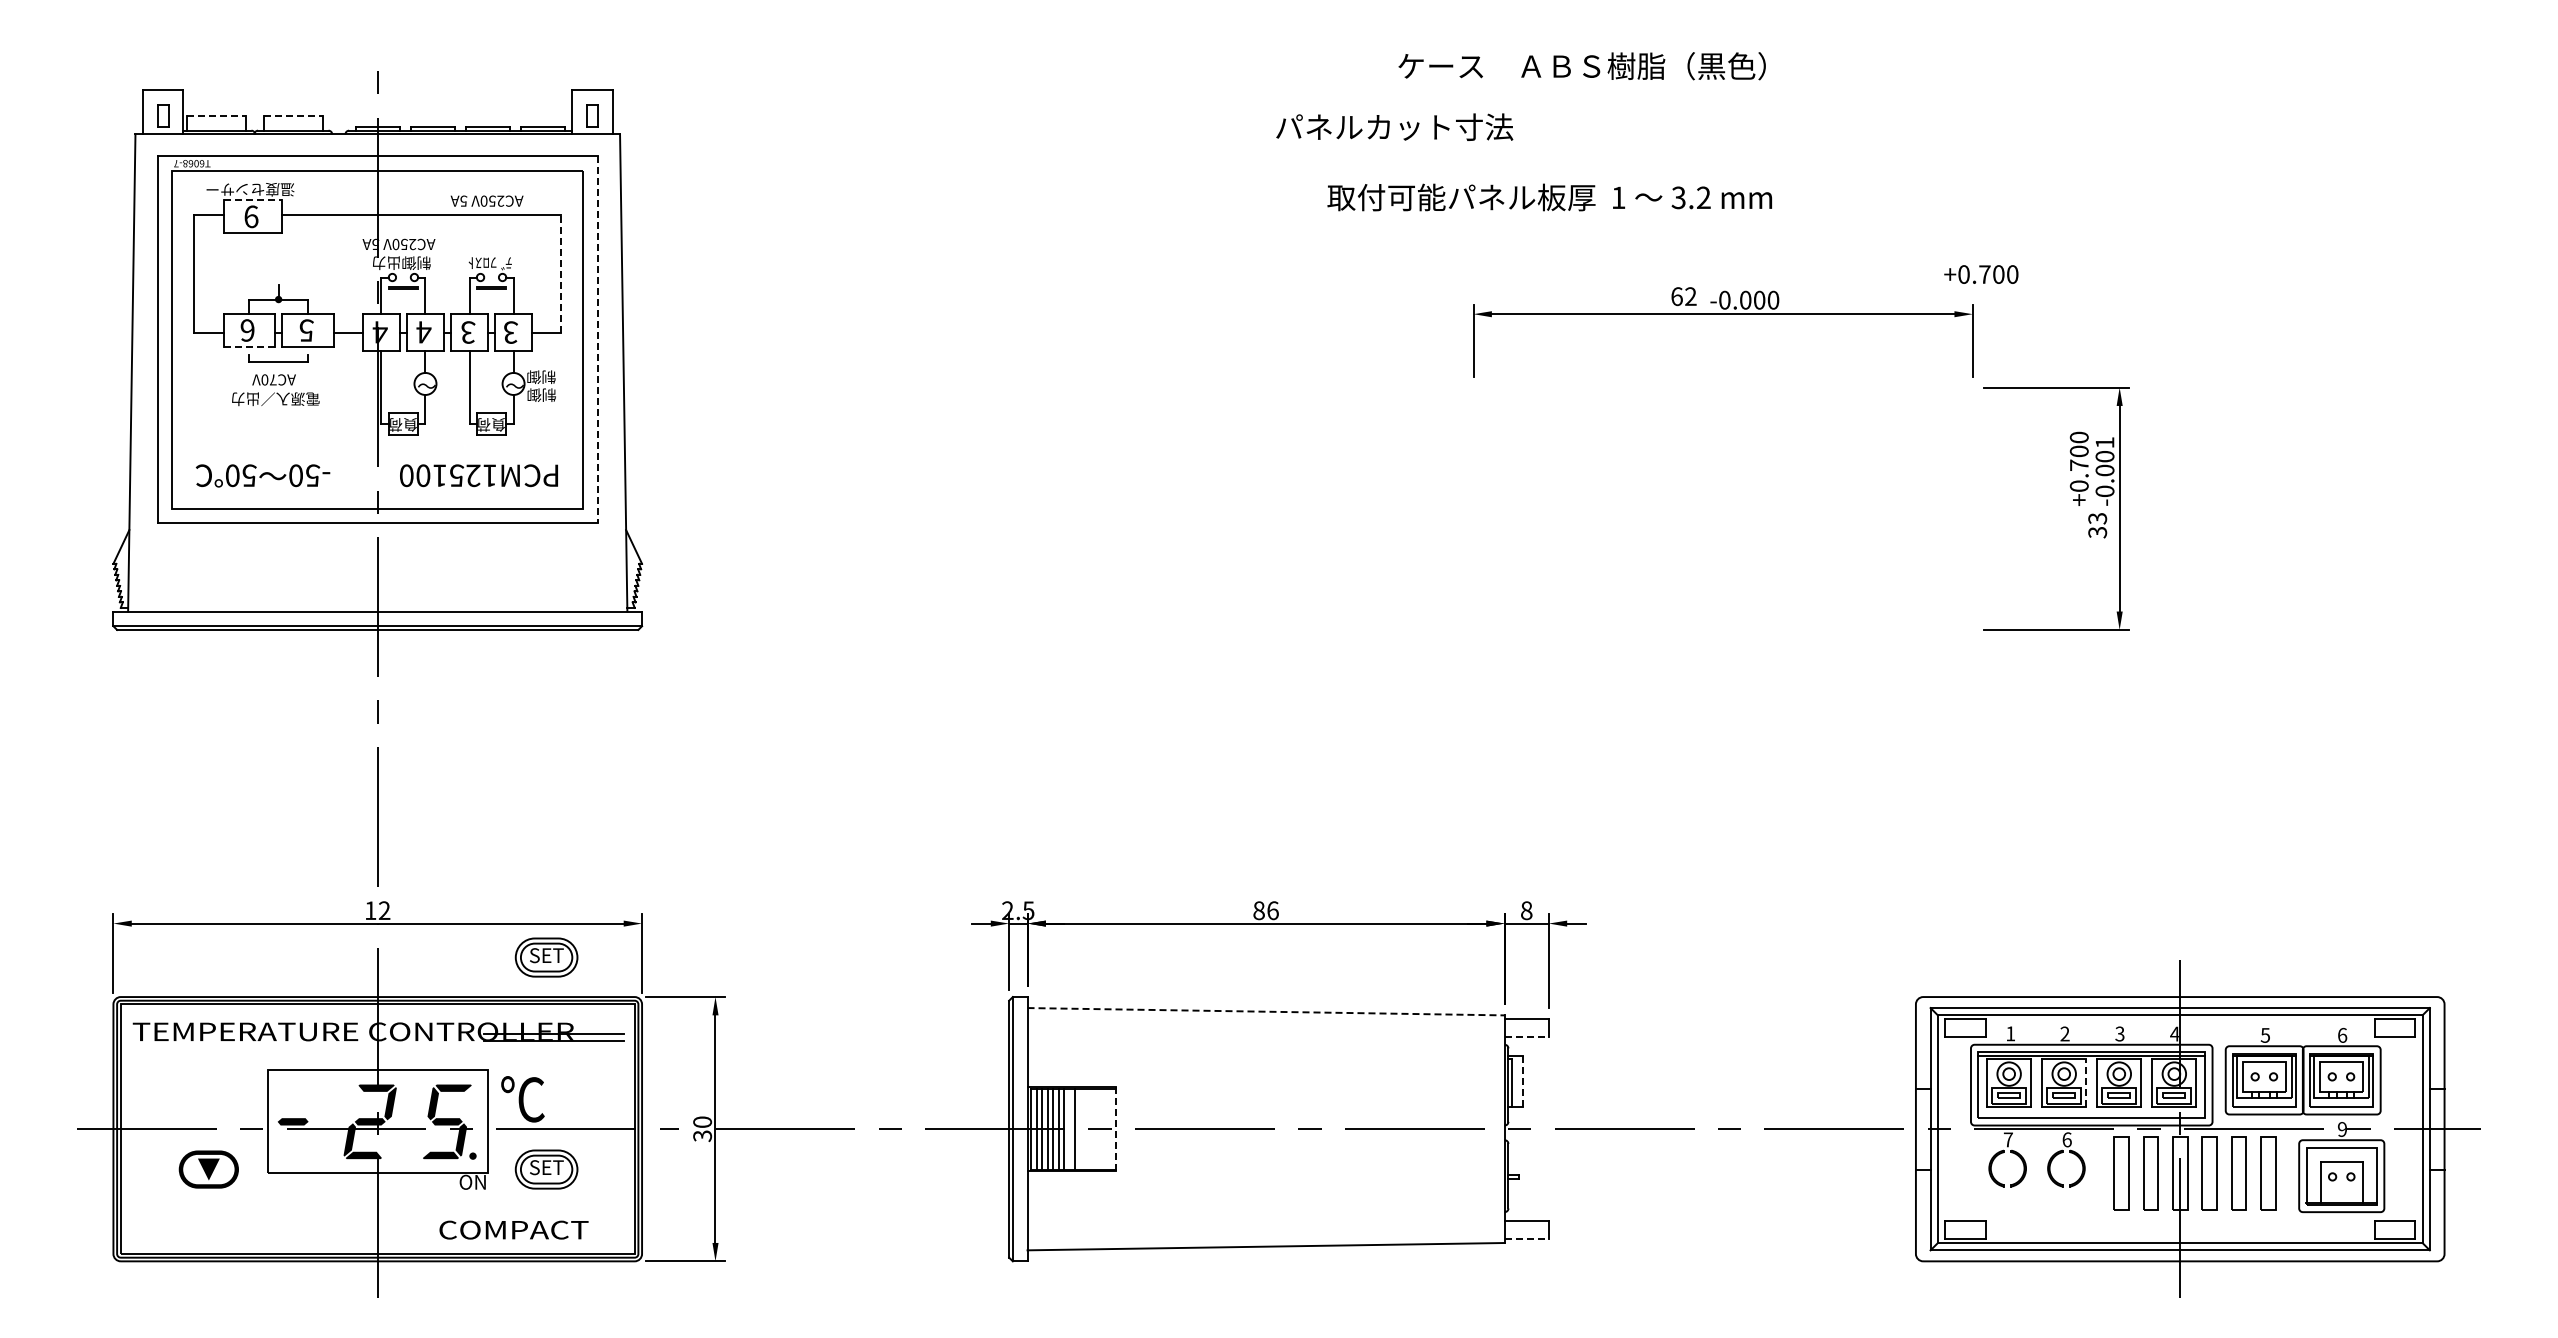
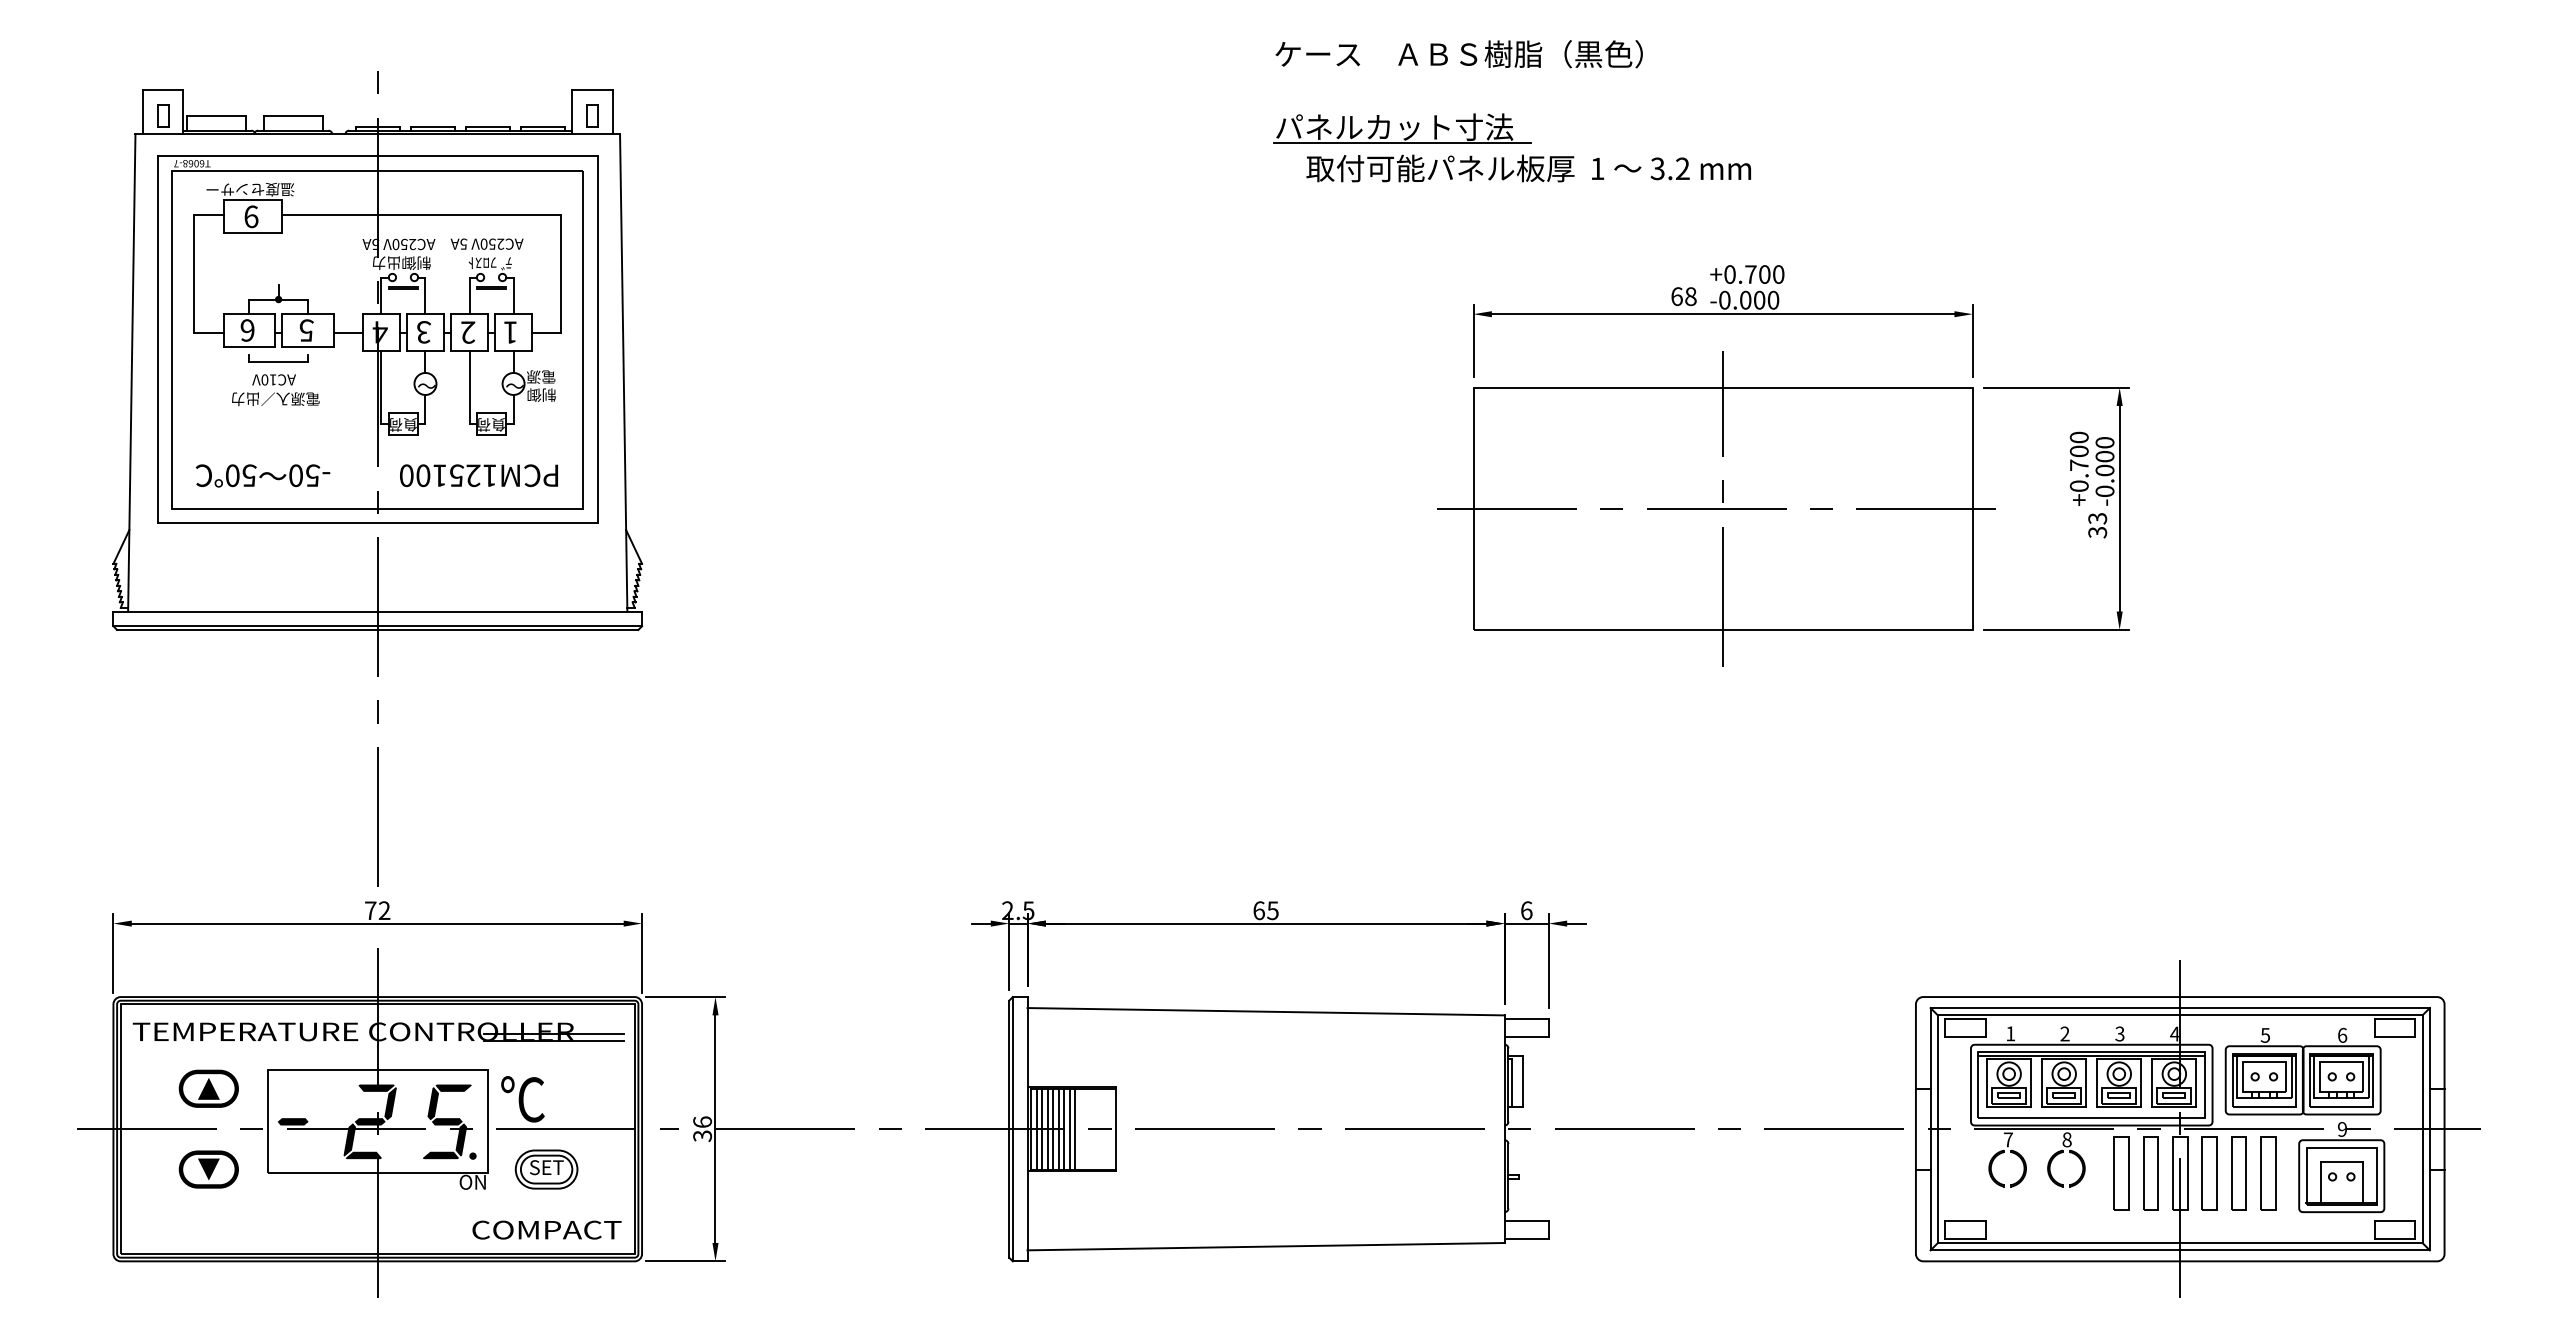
text at (1581, 66) position: (1581, 66) -> (1458, 54)
line at (216, 115): dashed -> solid
line at (293, 115): dashed -> solid
line at (1401, 143): none -> present
text at (1549, 197) position: (1549, 197) -> (1528, 168)
line at (253, 200): dashed -> solid
text at (486, 200) position: (486, 200) -> (486, 243)
line at (561, 273): dashed -> solid
text at (1981, 274) position: (1981, 274) -> (1747, 274)
text at (1690, 296): 62 -> 68
text at (423, 332): 4 -> 3
text at (468, 332): 3 -> 2
text at (510, 332): 3 -> 1
line at (598, 339): dashed -> solid
line at (249, 347): dashed -> solid
text at (541, 376): 制御 -> 電源
text at (273, 379): AC70V -> AC10V
text at (2104, 442): -0.001 -> -0.000
part at (1716, 508): none -> present
text at (370, 910): 12 -> 72
text at (1265, 910): 86 -> 65
text at (1526, 910): 8 -> 6
part at (546, 957): present -> none
line at (1266, 1011): dashed -> solid
line at (1527, 1037): dashed -> solid
line at (1523, 1081): dashed -> solid
line at (2086, 1083): dashed -> solid
part at (208, 1088): none -> present
text at (702, 1121): 30 -> 36
line at (1069, 1128): none -> present
line at (1115, 1129): dashed -> solid
text at (2066, 1139): 6 -> 8
text at (513, 1229) position: (513, 1229) -> (546, 1229)
line at (1527, 1239): dashed -> solid
